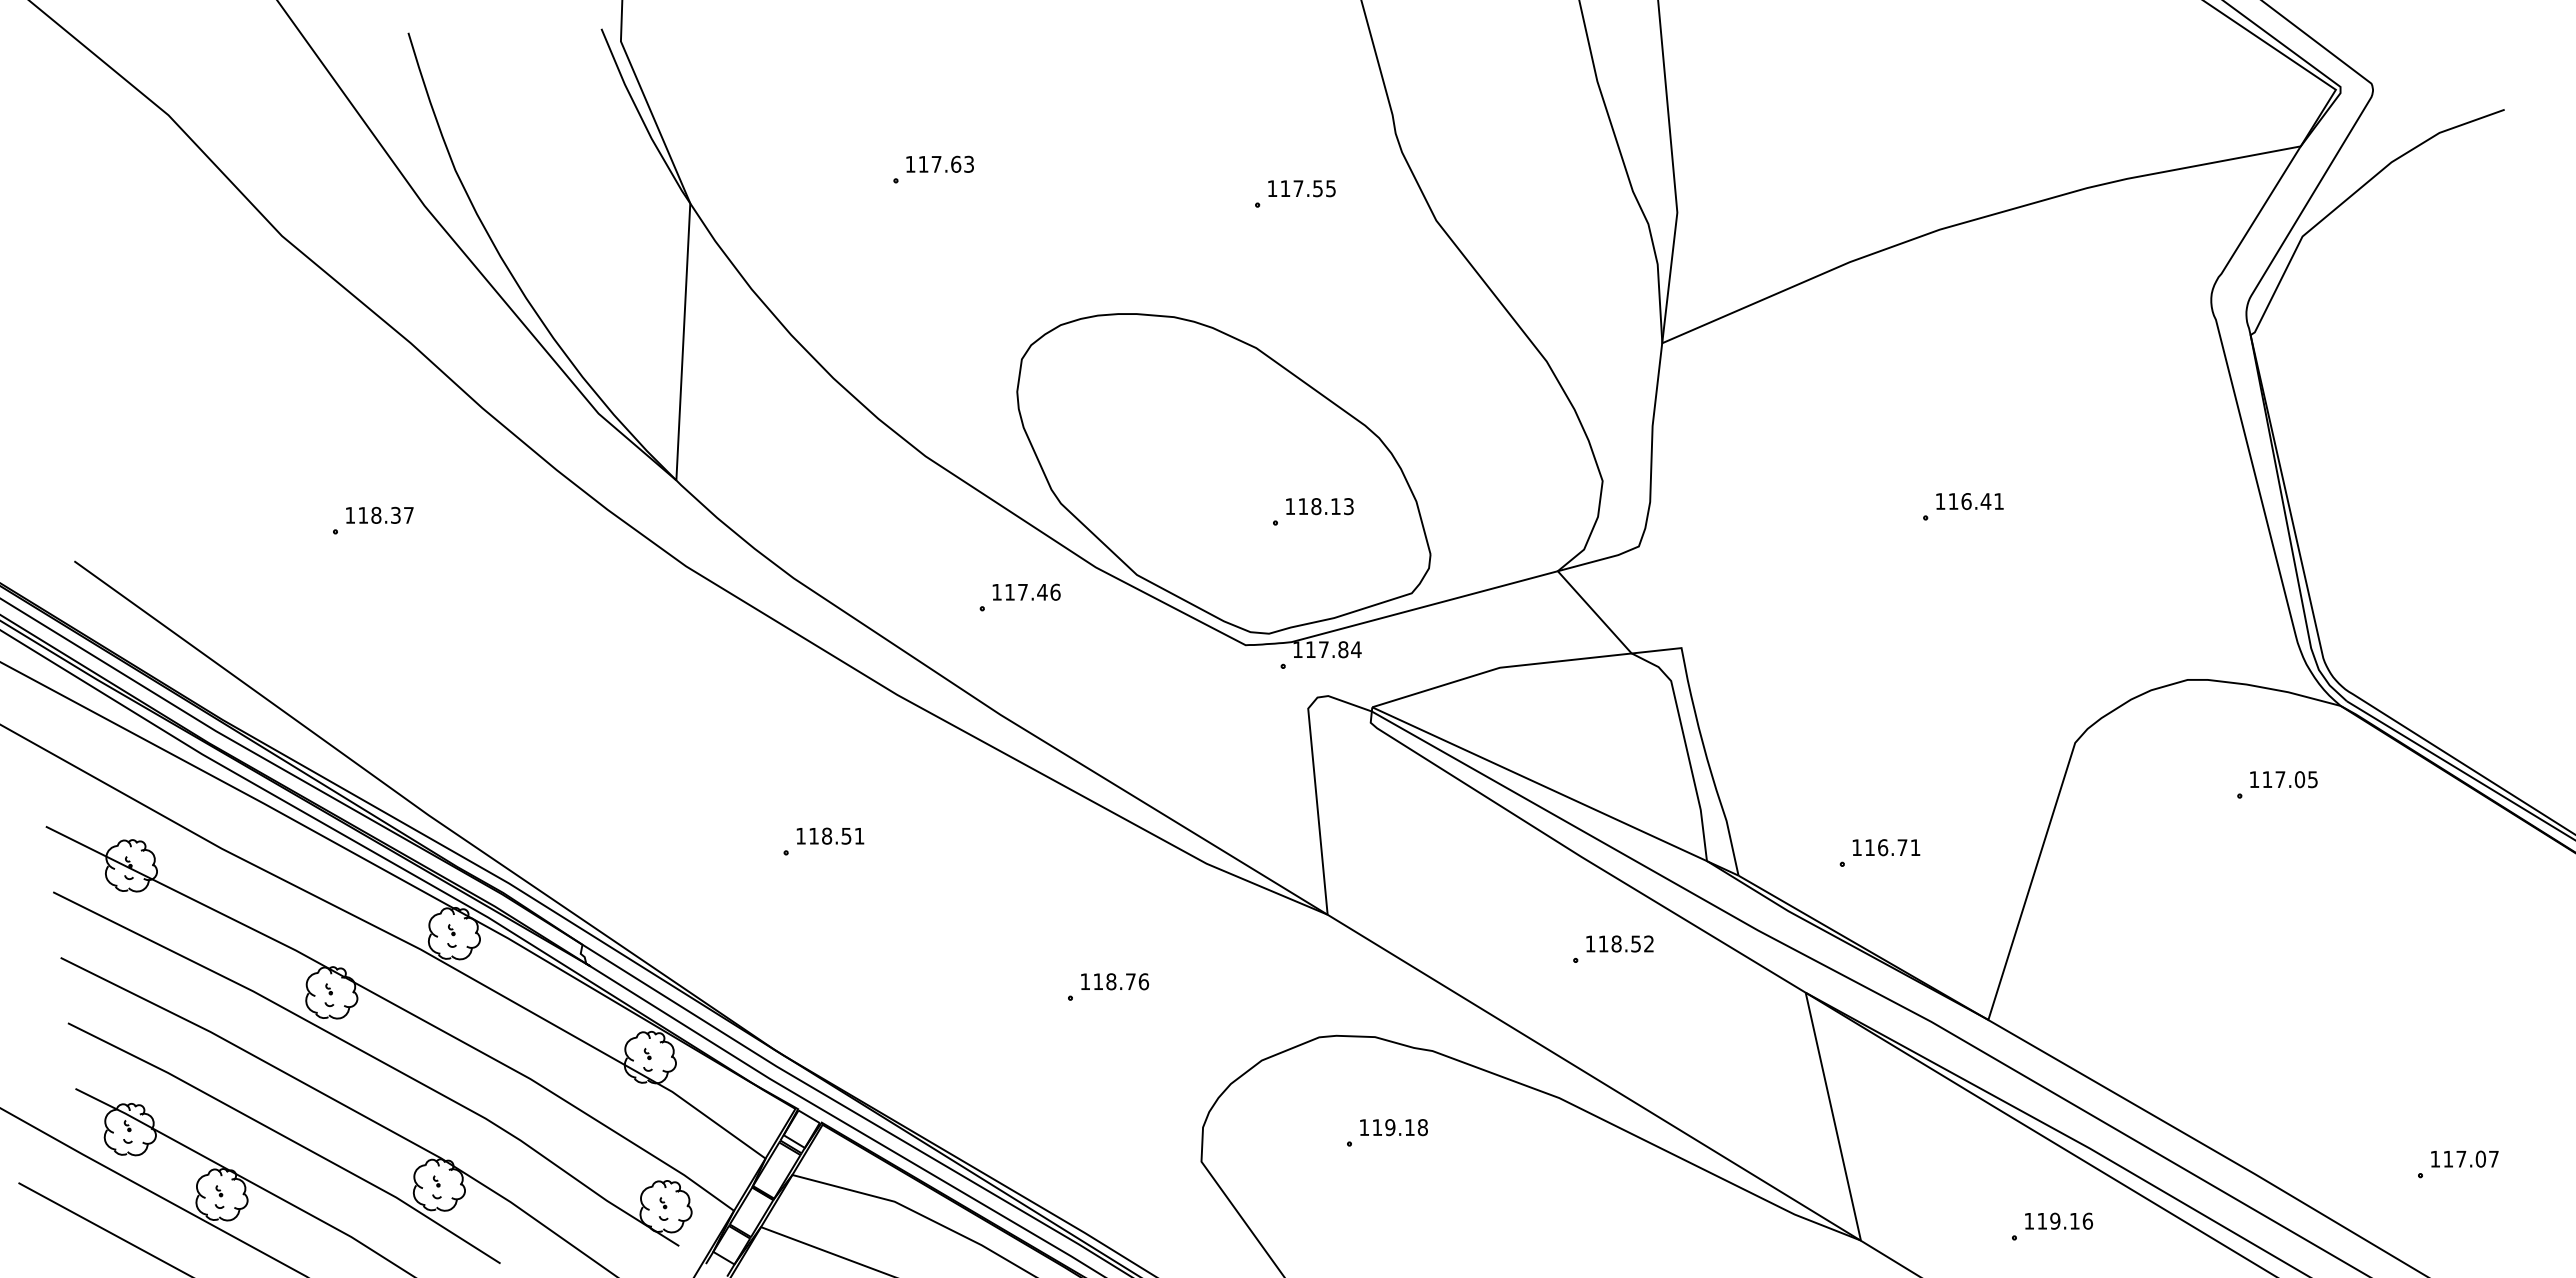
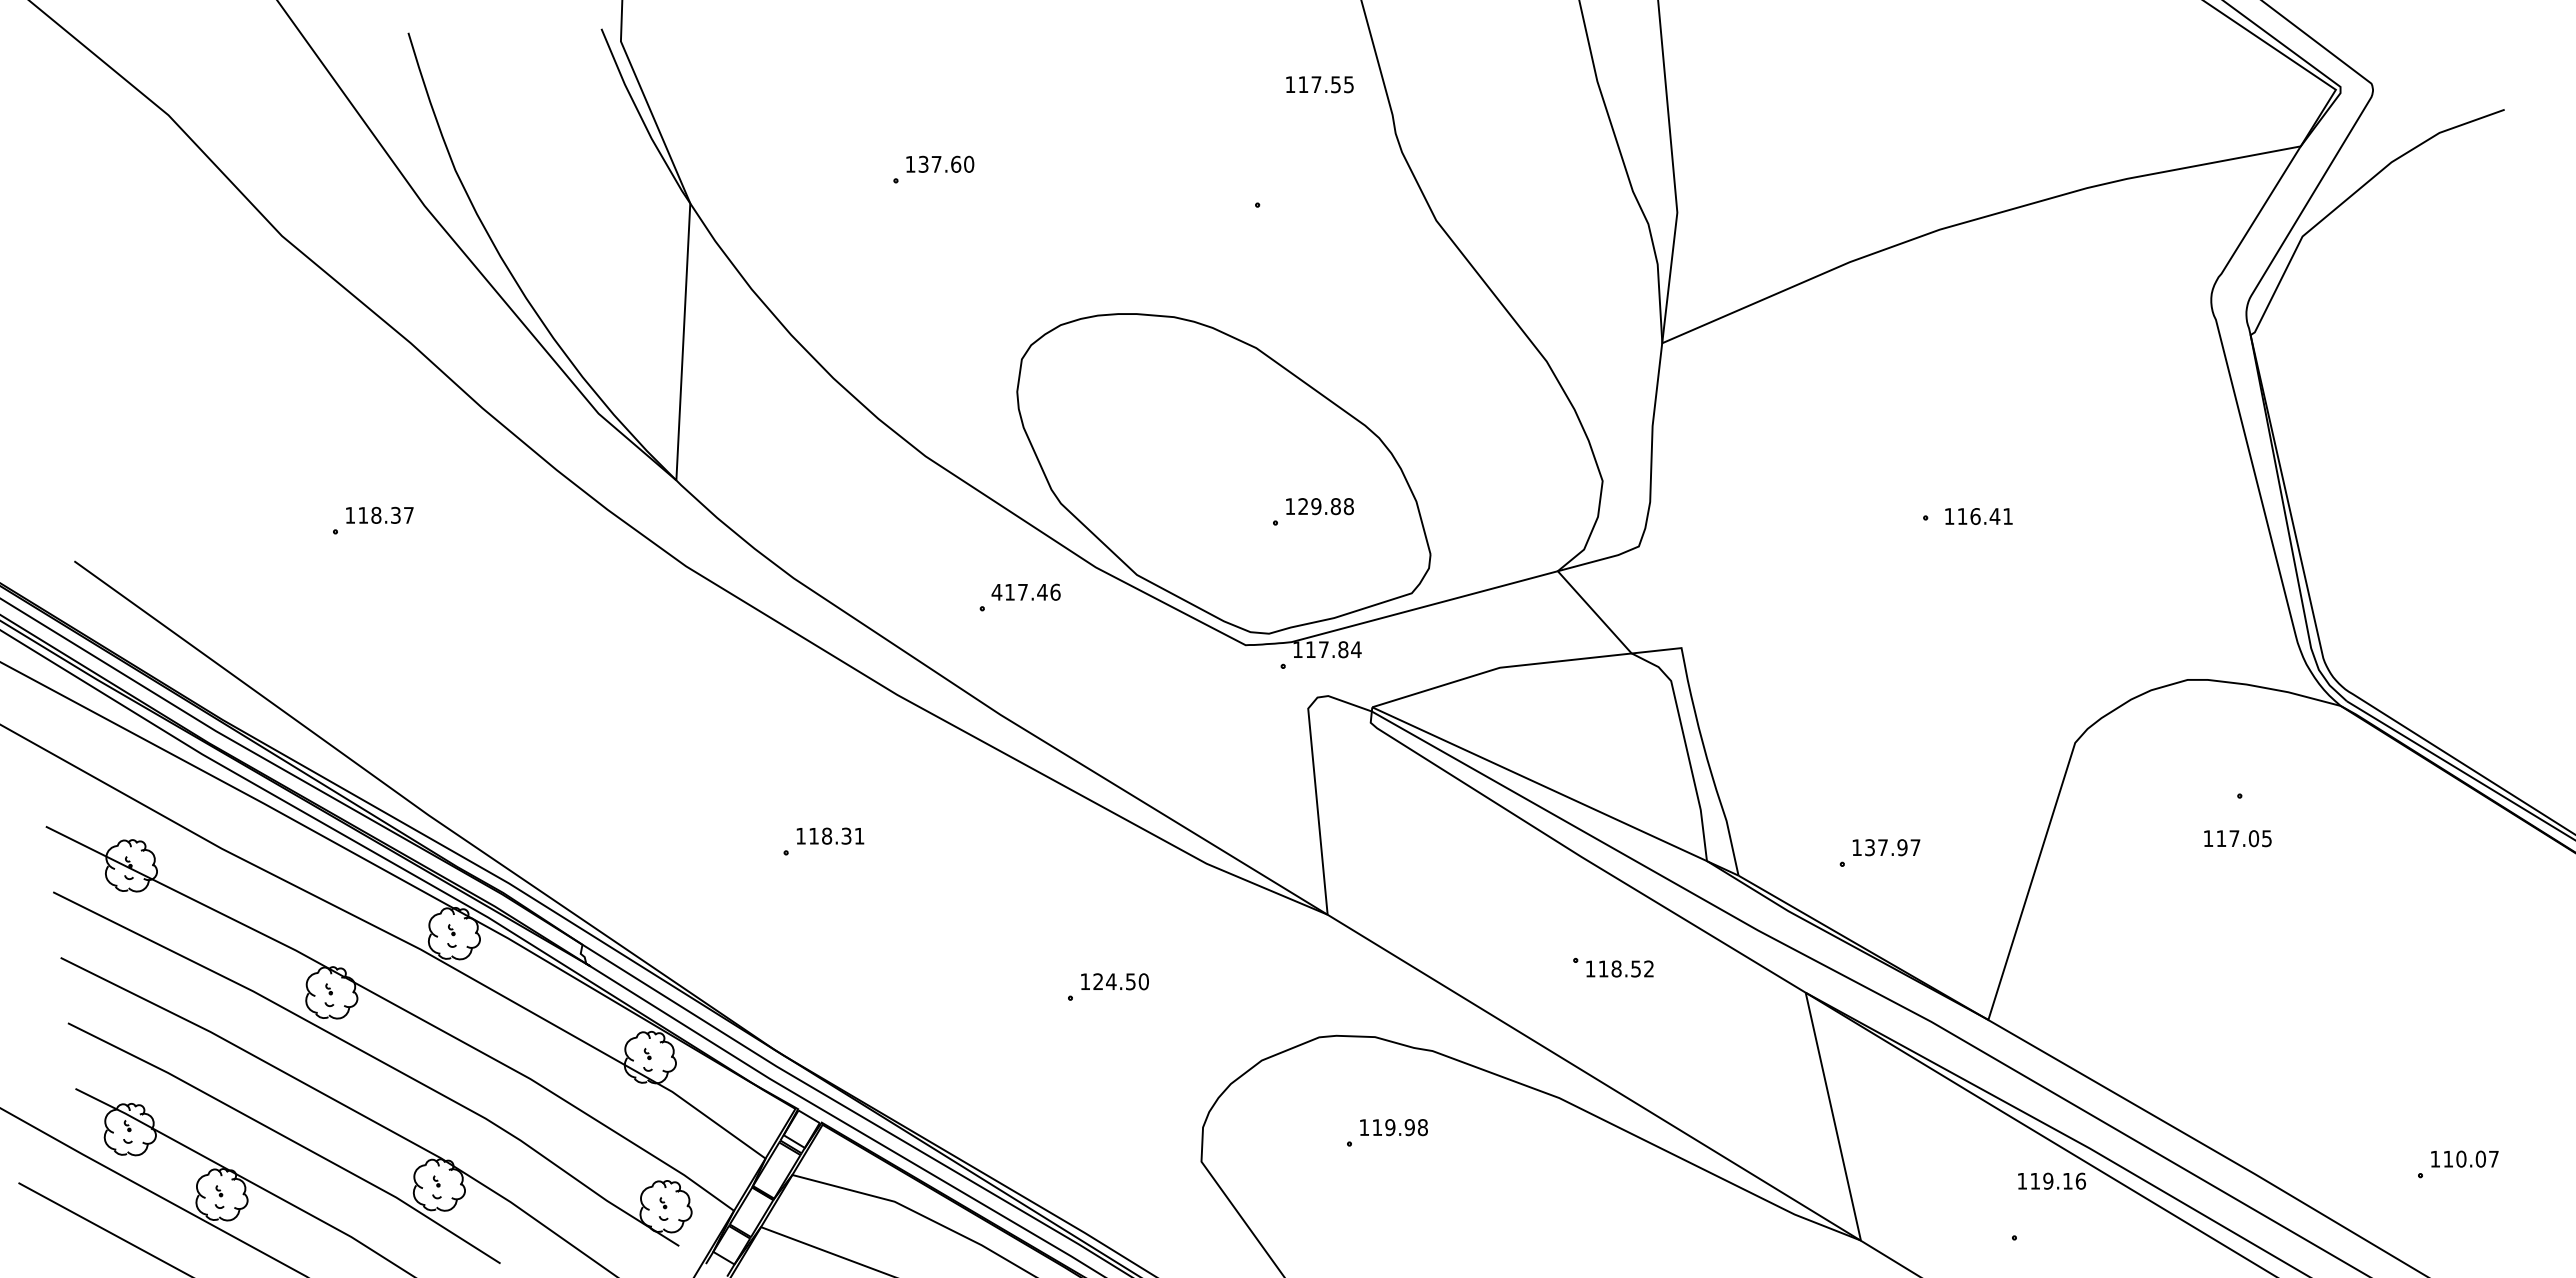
text at (946, 163): 117.63 -> 137.60
text at (1301, 188) position: (1301, 188) -> (1319, 84)
text at (1969, 501) position: (1969, 501) -> (1978, 516)
text at (1325, 506): 118.13 -> 129.88
text at (996, 592): 117.46 -> 417.46
text at (2283, 779) position: (2283, 779) -> (2237, 838)
text at (846, 835): 118.51 -> 118.31
text at (1892, 847): 116.71 -> 137.97
text at (1619, 943) position: (1619, 943) -> (1619, 968)
text at (1121, 981): 118.76 -> 124.50
text at (1409, 1127): 119.18 -> 119.98
text at (2461, 1158): 117.07 -> 110.07
text at (2058, 1220) position: (2058, 1220) -> (2051, 1180)
